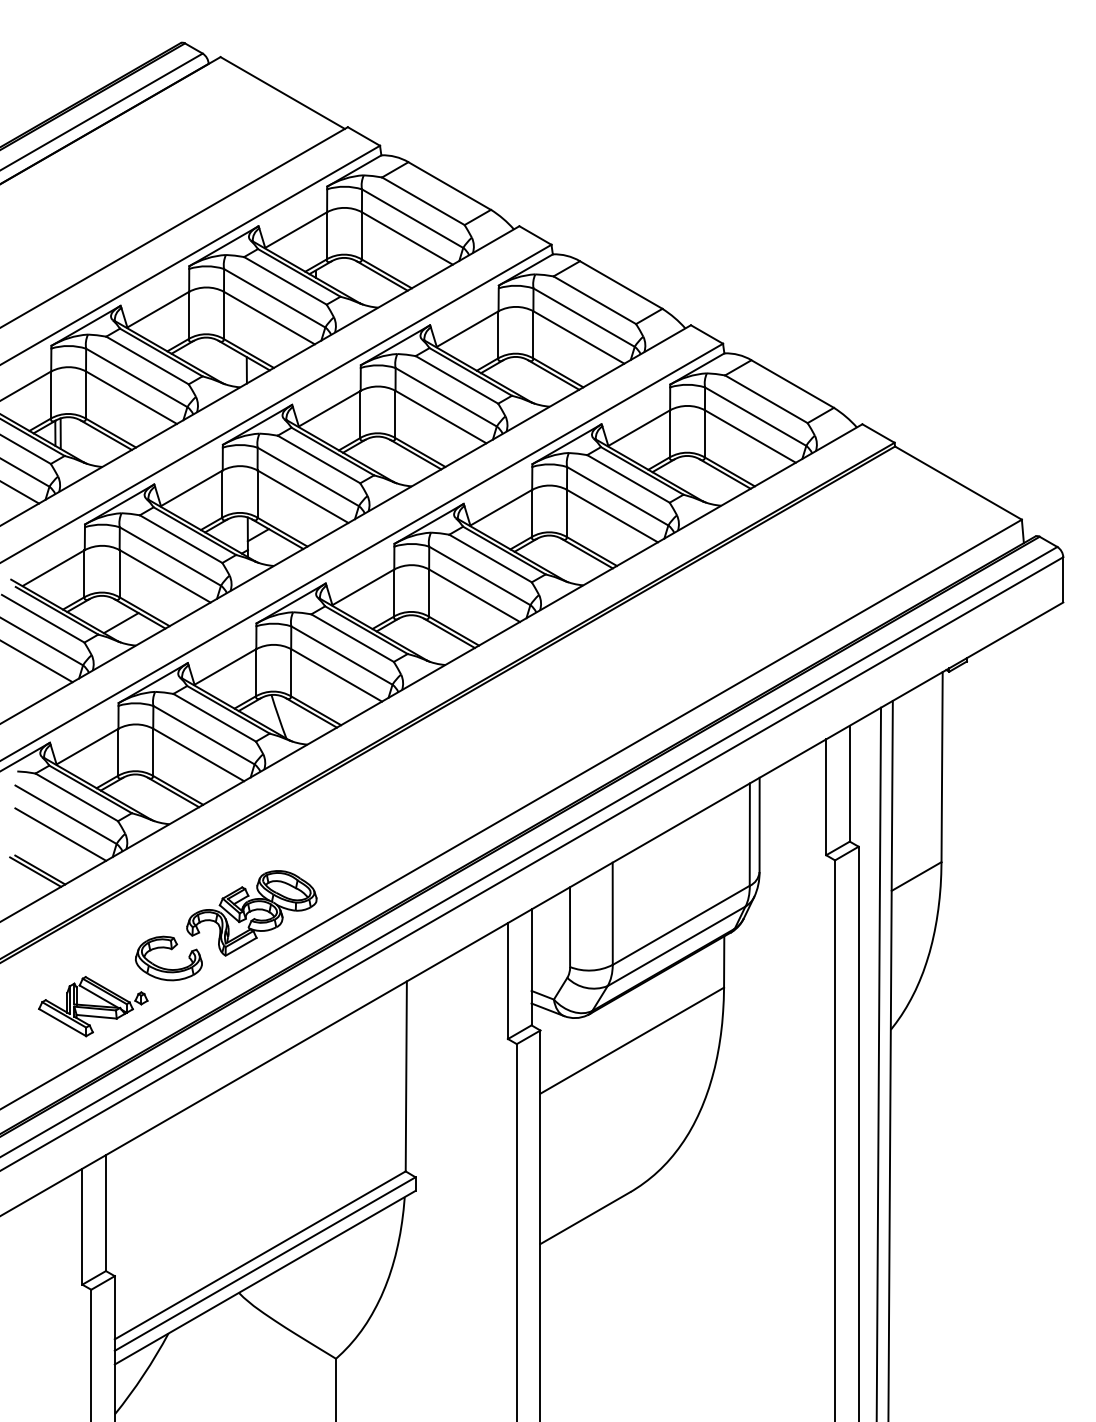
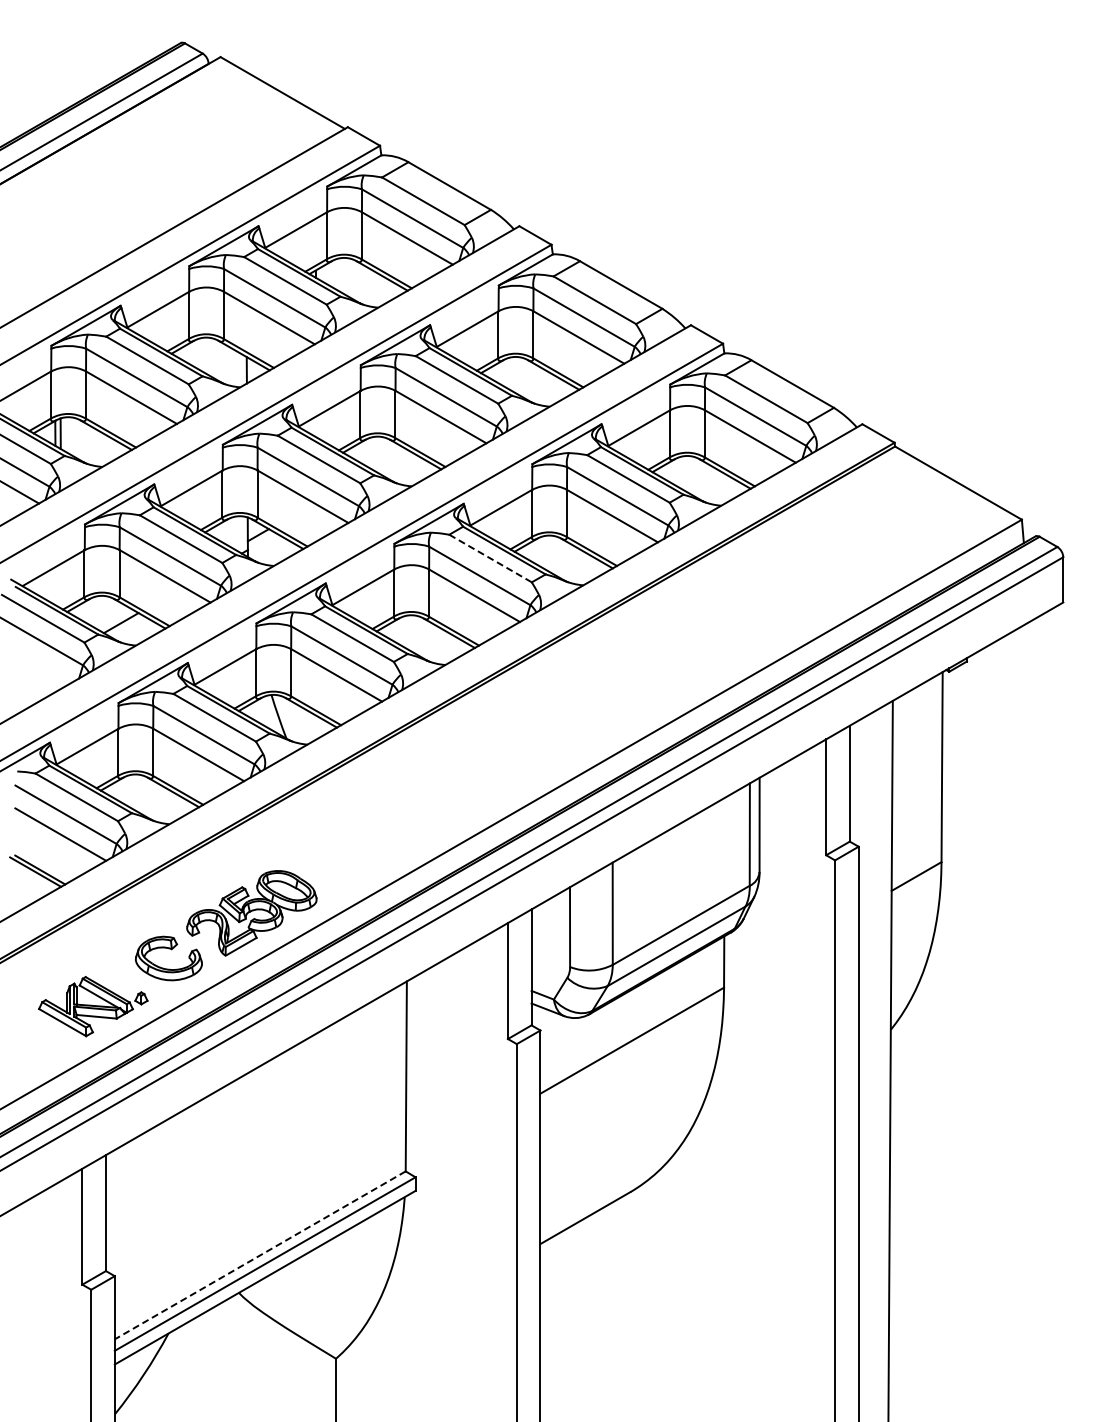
line at (490, 558): solid -> dashed
line at (37, 661): present -> none
line at (878, 1062): present -> none
line at (260, 1255): solid -> dashed
